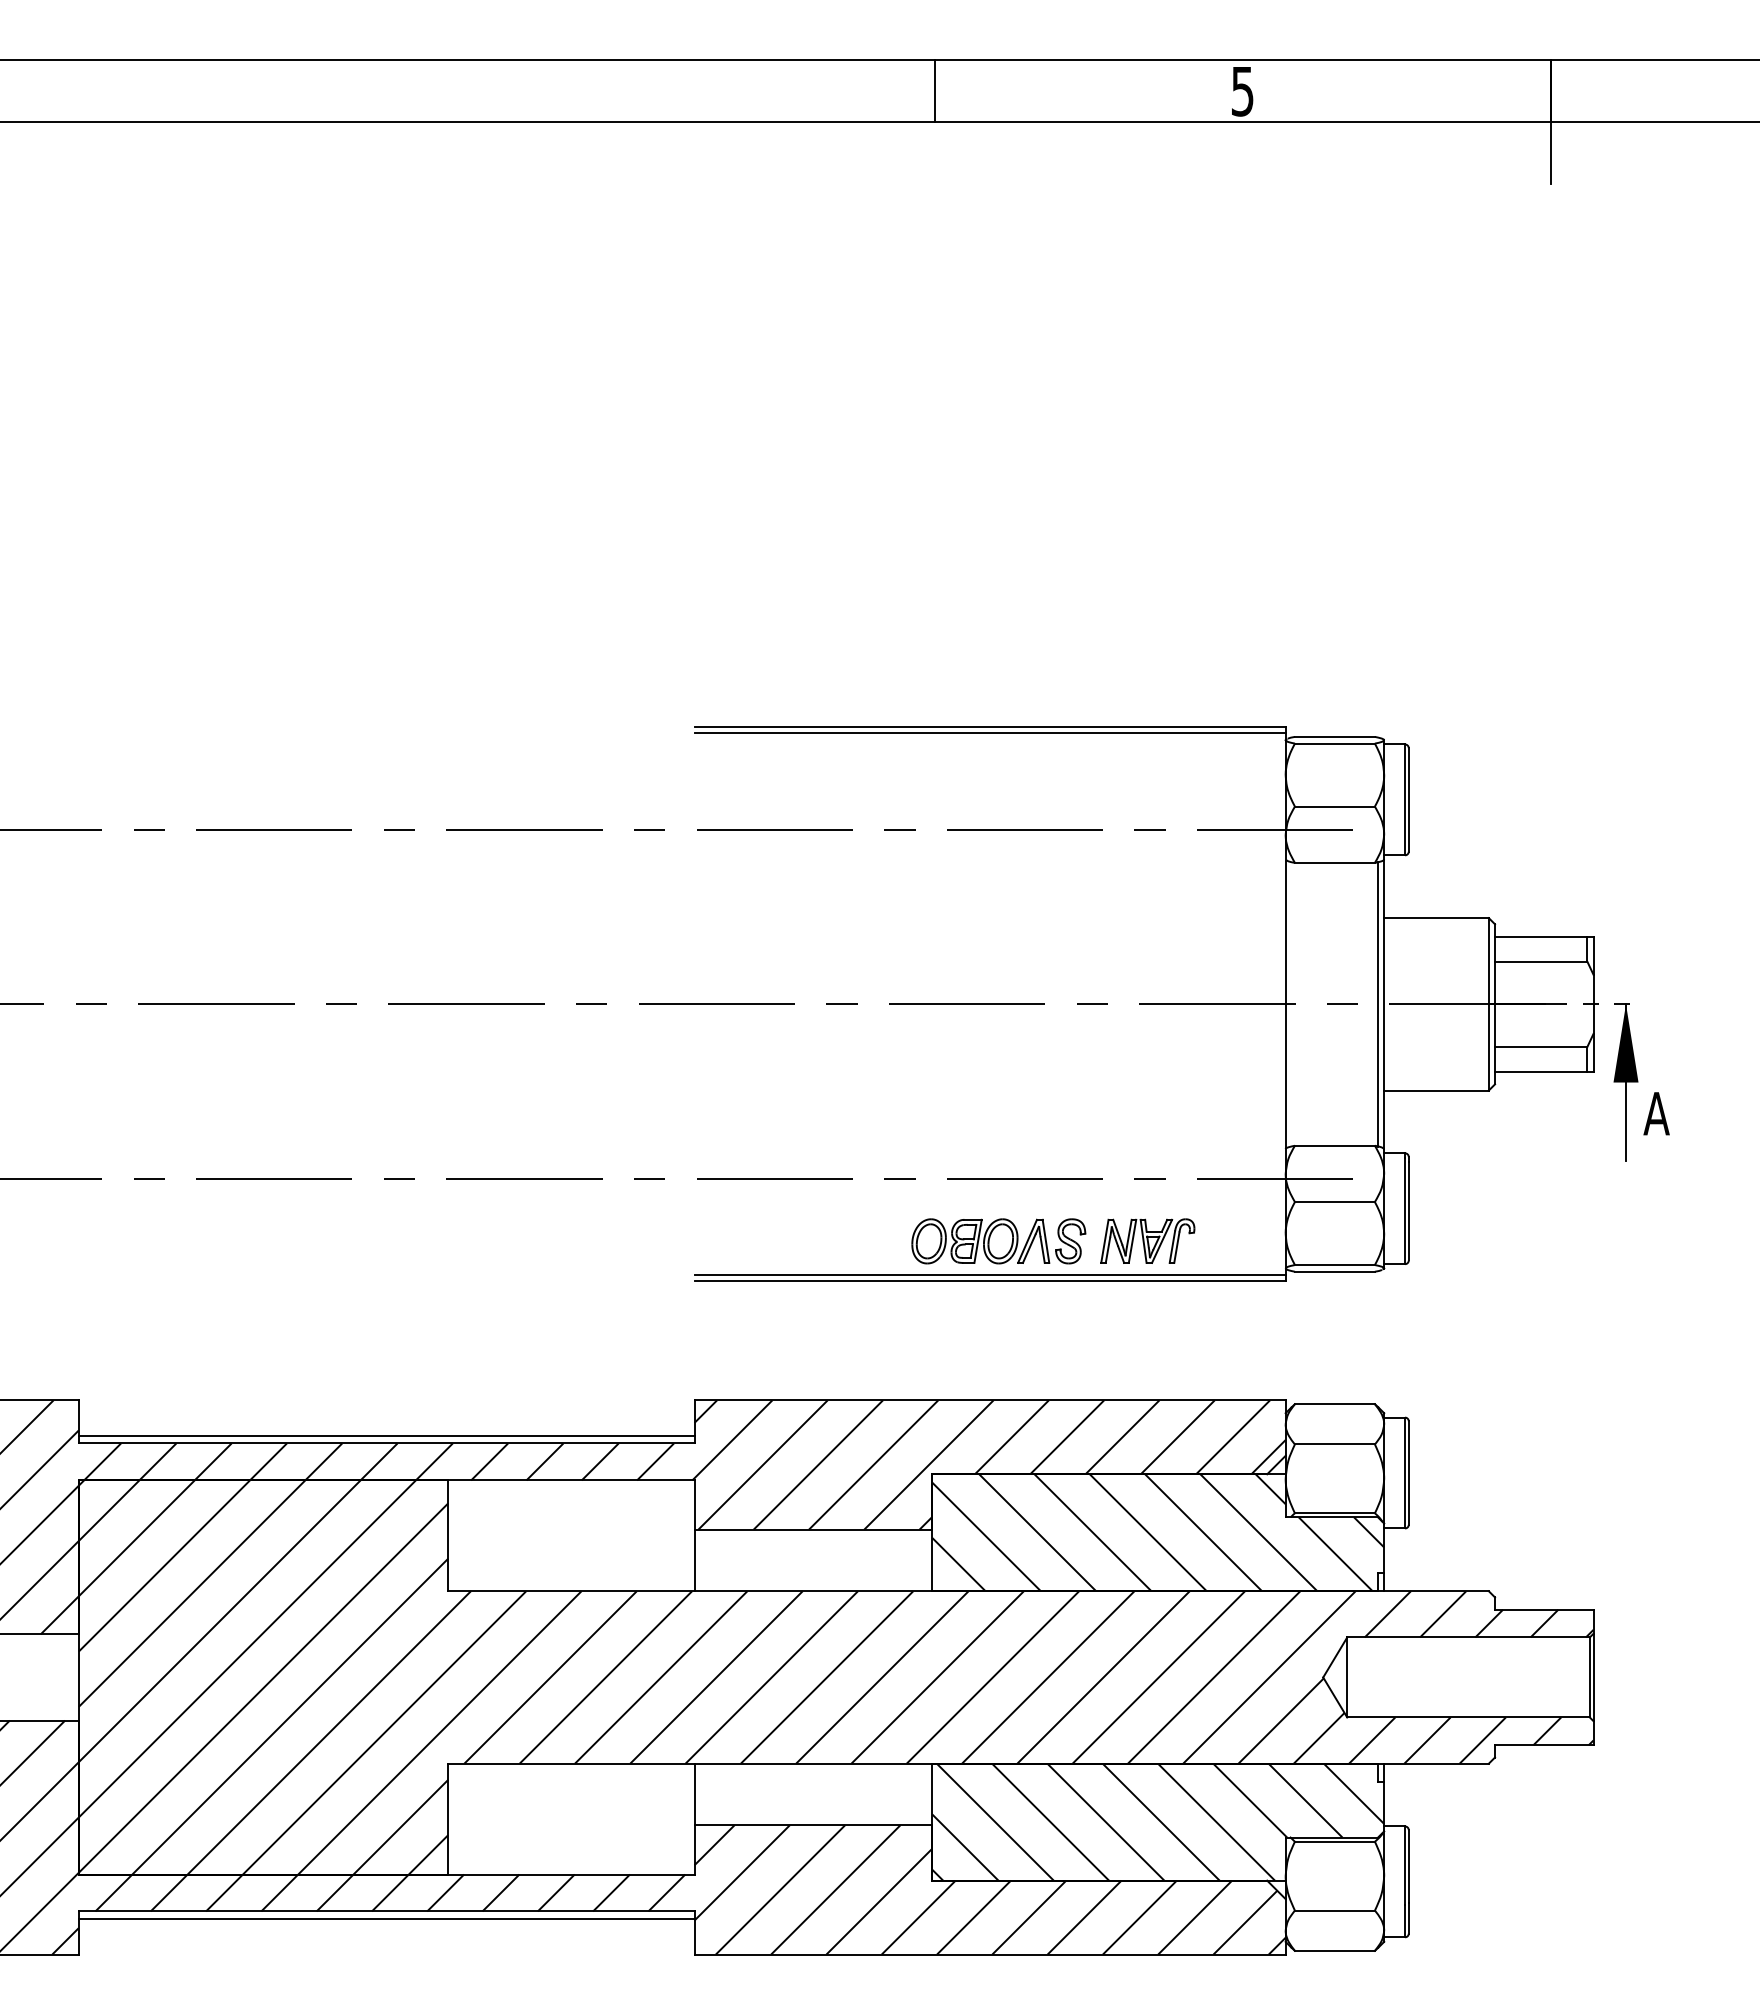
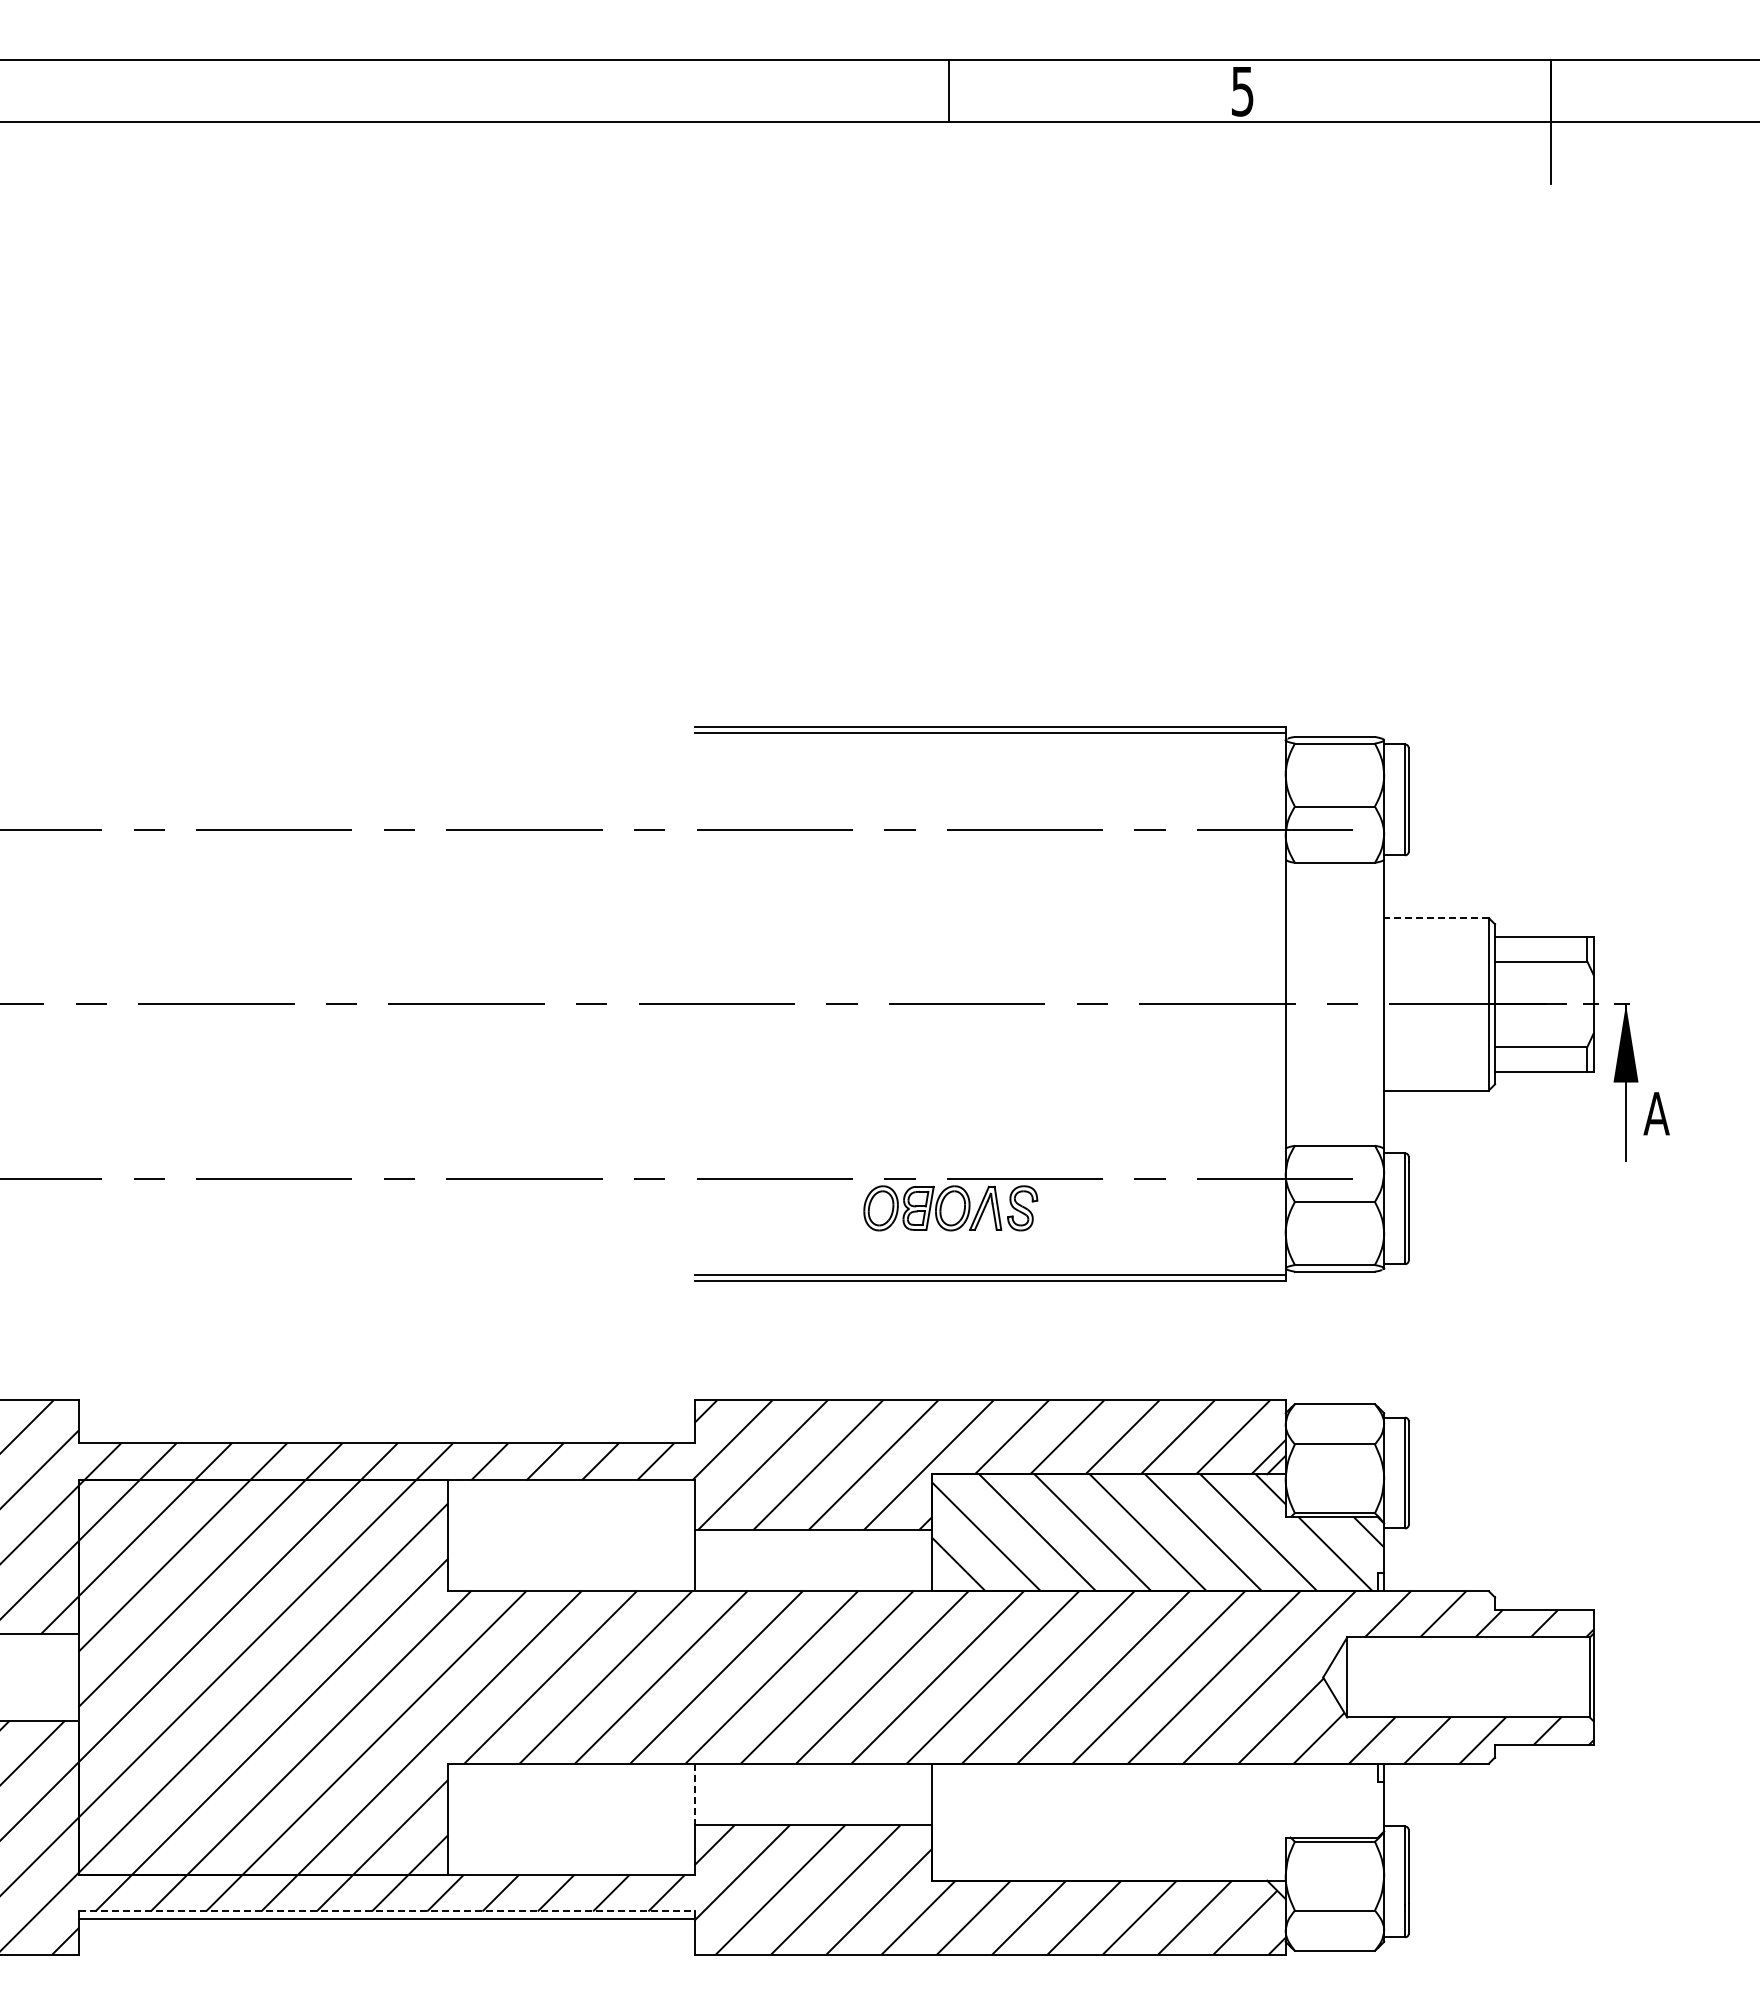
line at (935, 91) position: (935, 91) -> (949, 91)
line at (1436, 918): solid -> dashed
line at (1378, 1004): present -> none
part at (1147, 1240): present -> none
part at (998, 1241) position: (998, 1241) -> (950, 1208)
line at (386, 1436): present -> none
line at (694, 1794): solid -> dashed
hatch at (1158, 1821): present -> none
line at (386, 1911): solid -> dashed
